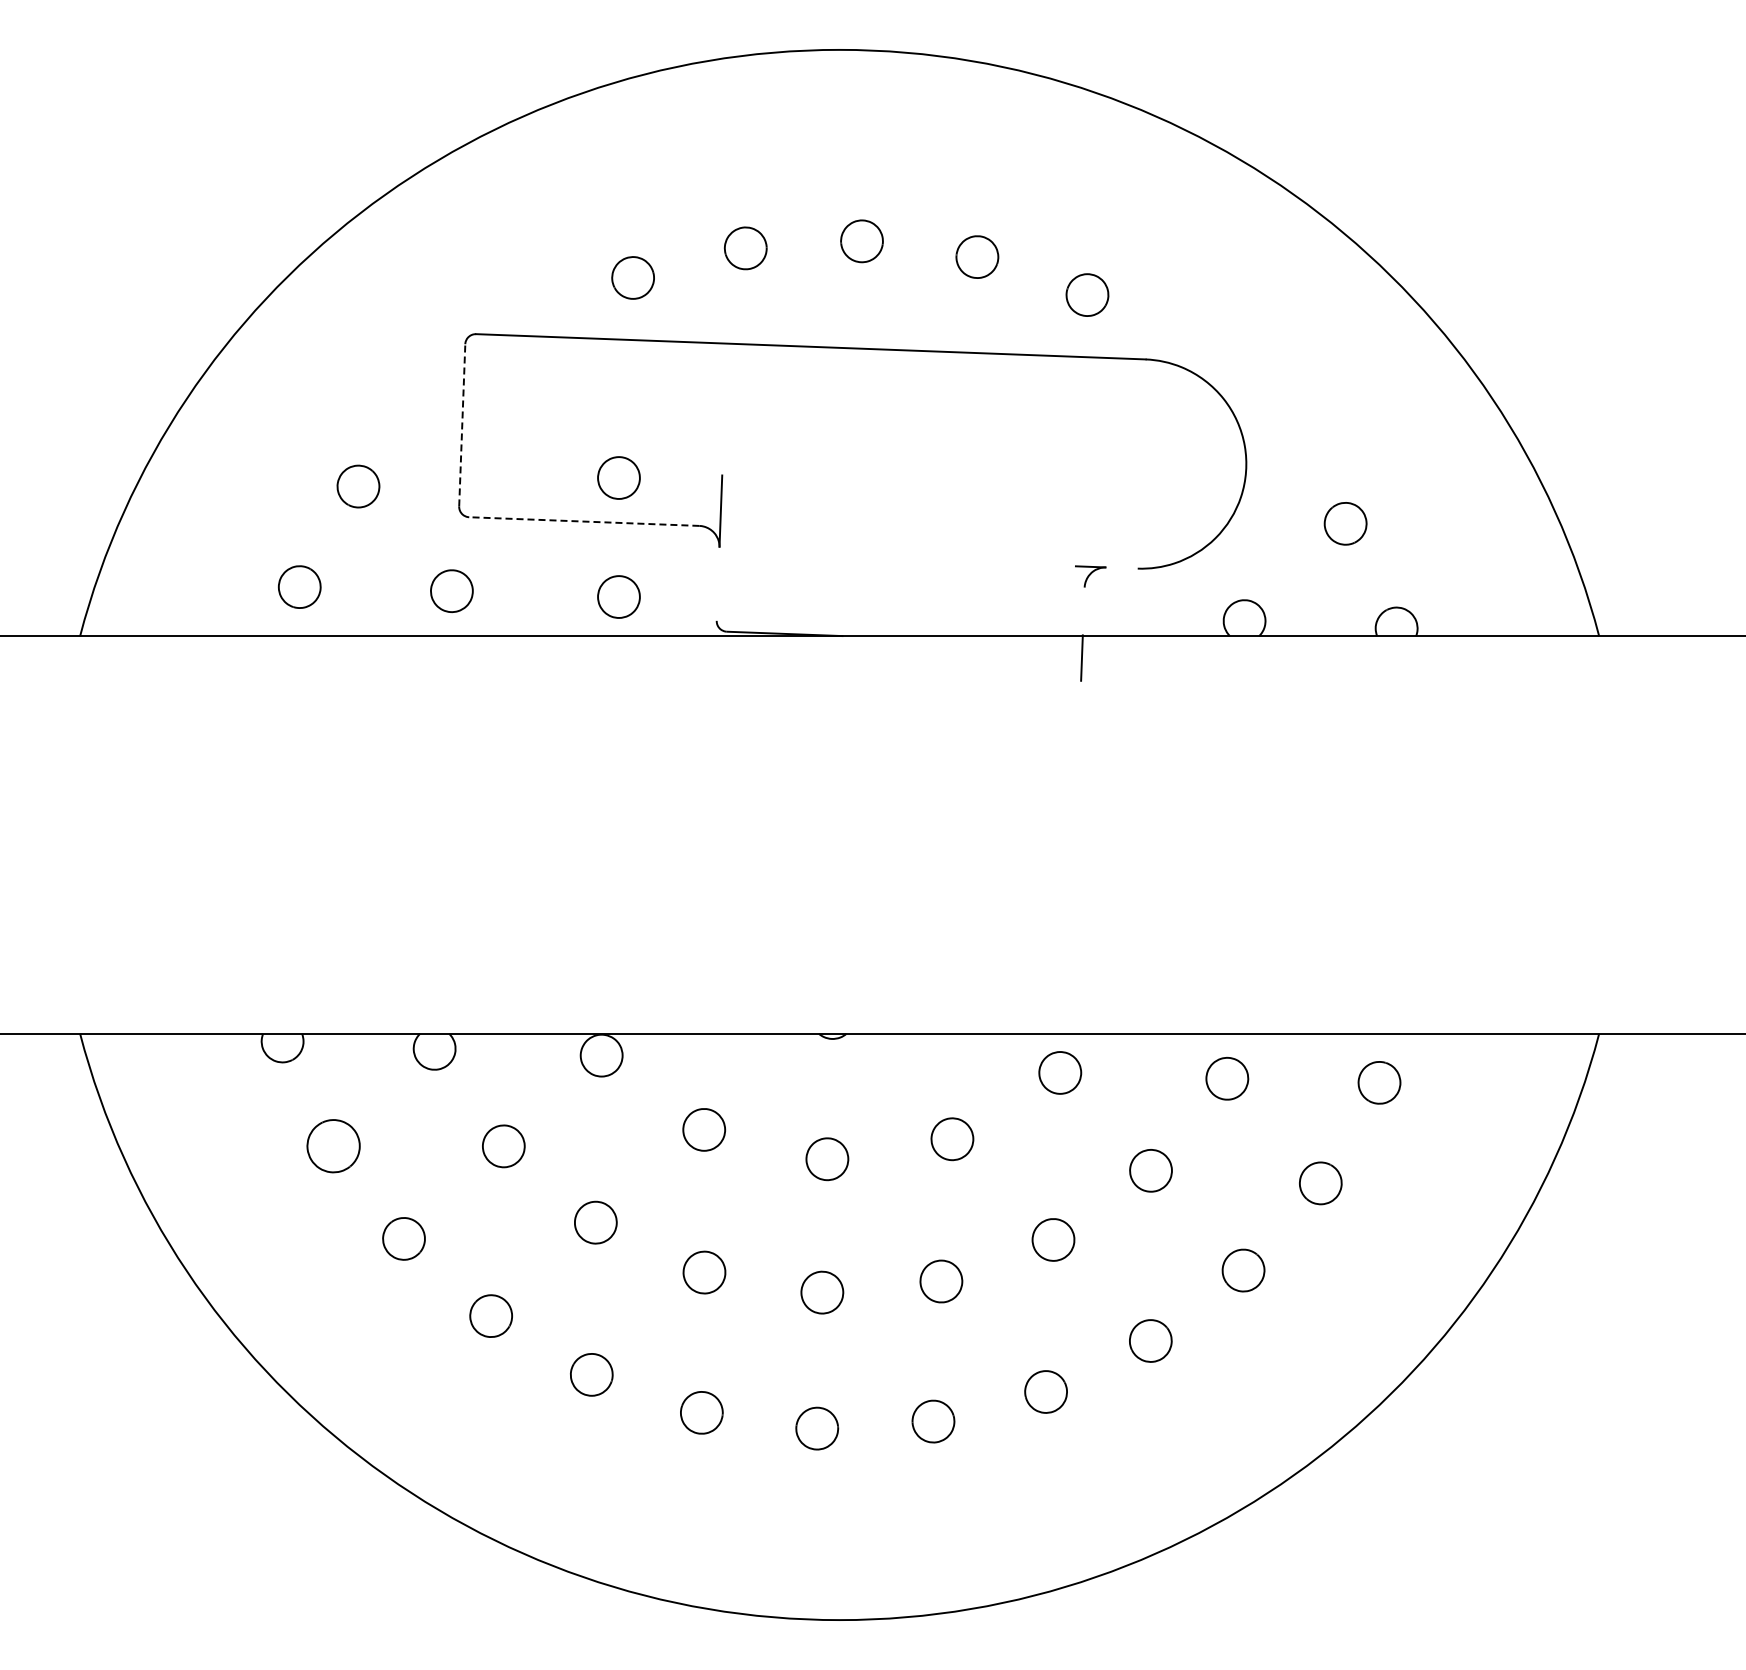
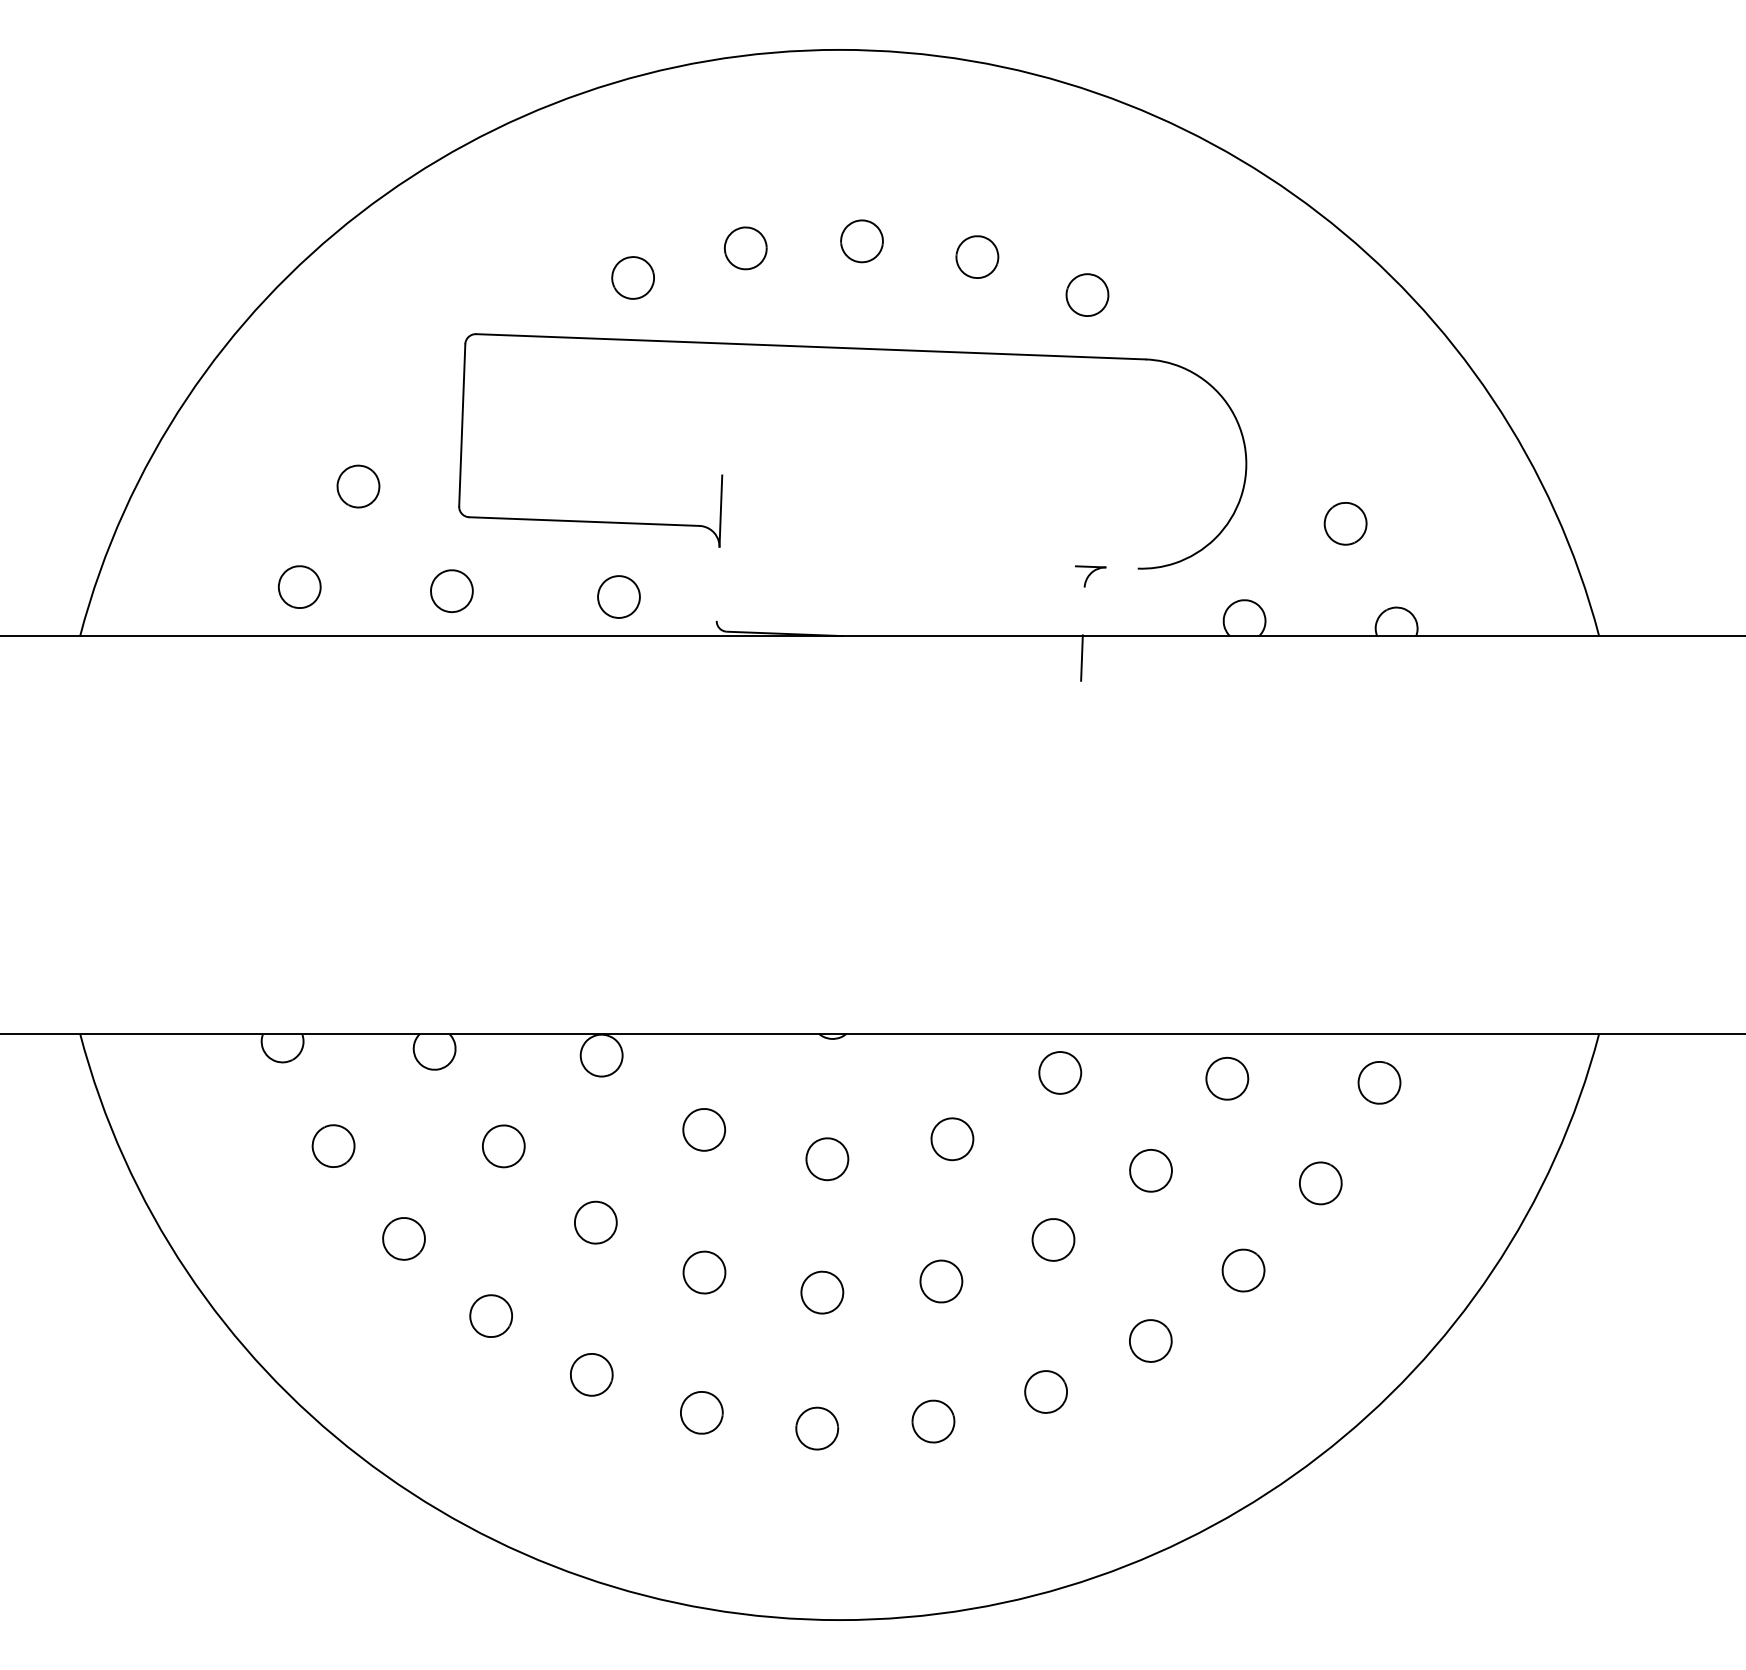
line at (462, 424): dashed -> solid
part at (618, 477): present -> none
line at (583, 521): dashed -> solid
part at (333, 1146) size: 55x55 px -> 45x44 px
